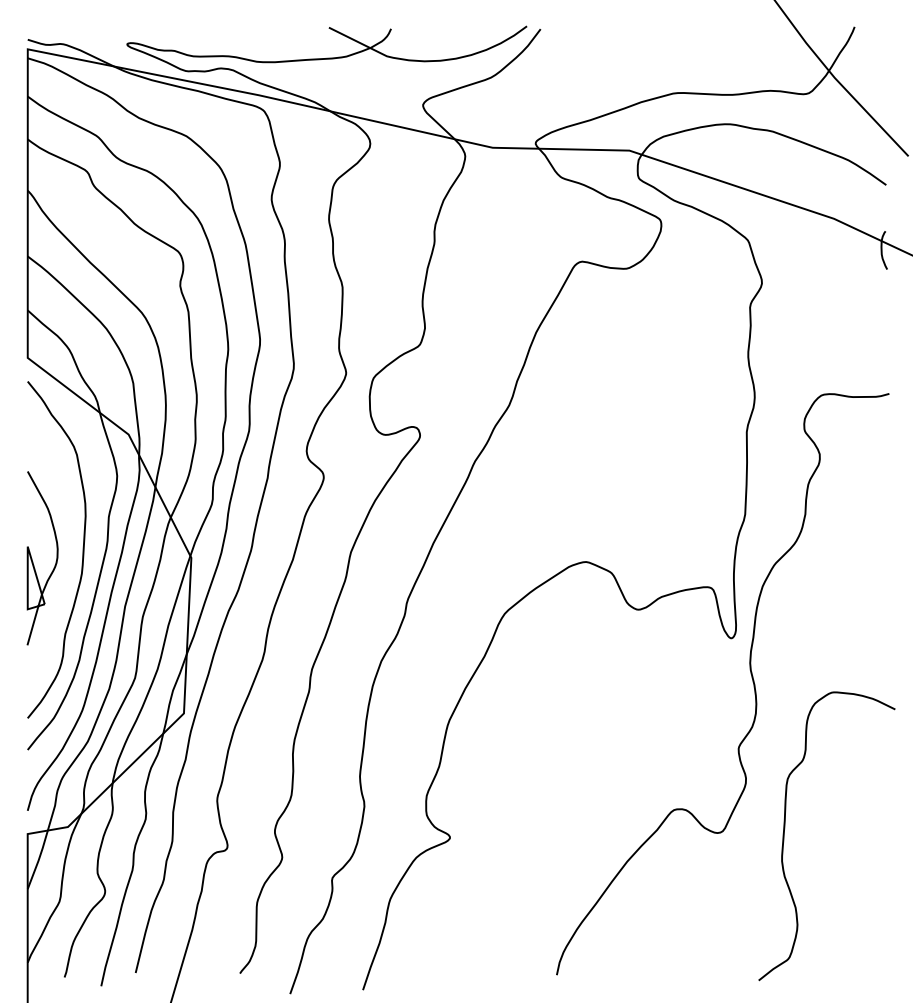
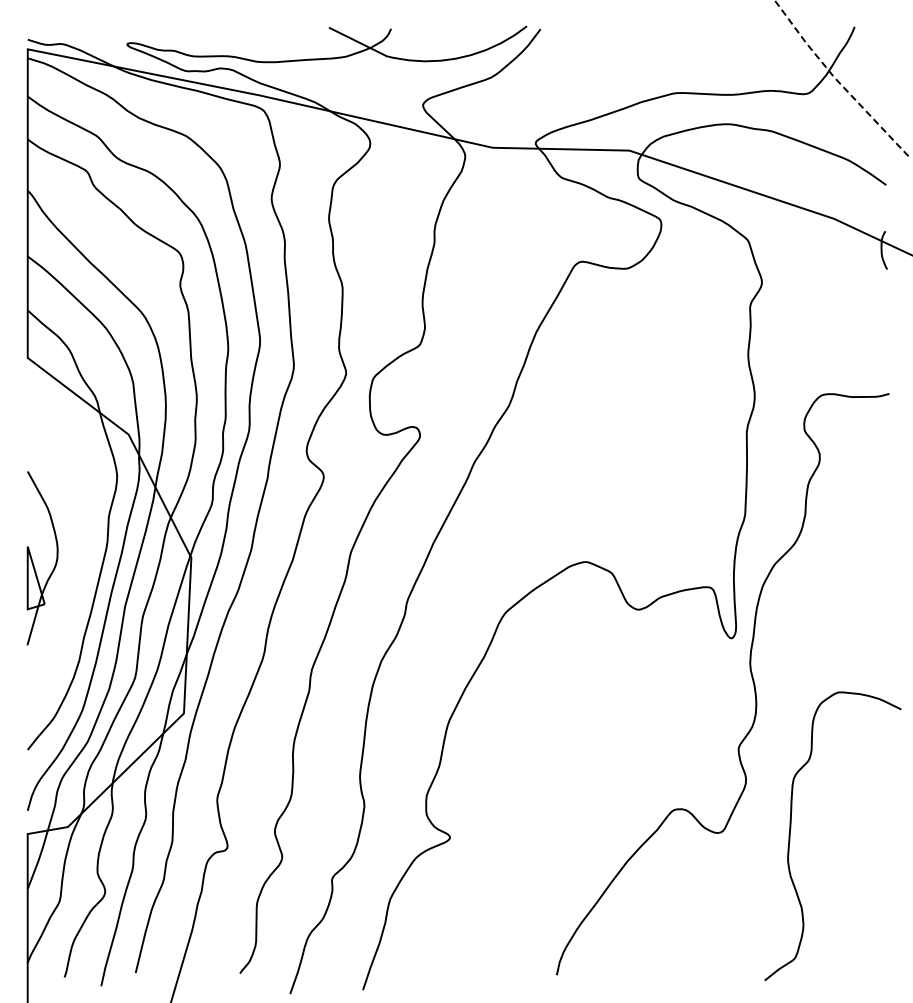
line at (836, 80): solid -> dashed
curve at (82, 549): present -> none
curve at (785, 828) position: (785, 828) -> (791, 828)
